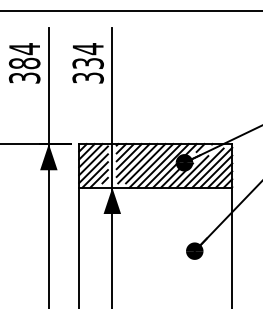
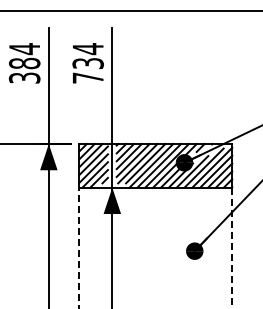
text at (87, 77): 334 -> 734
line at (79, 247): solid -> dashed
line at (232, 248): solid -> dashed
